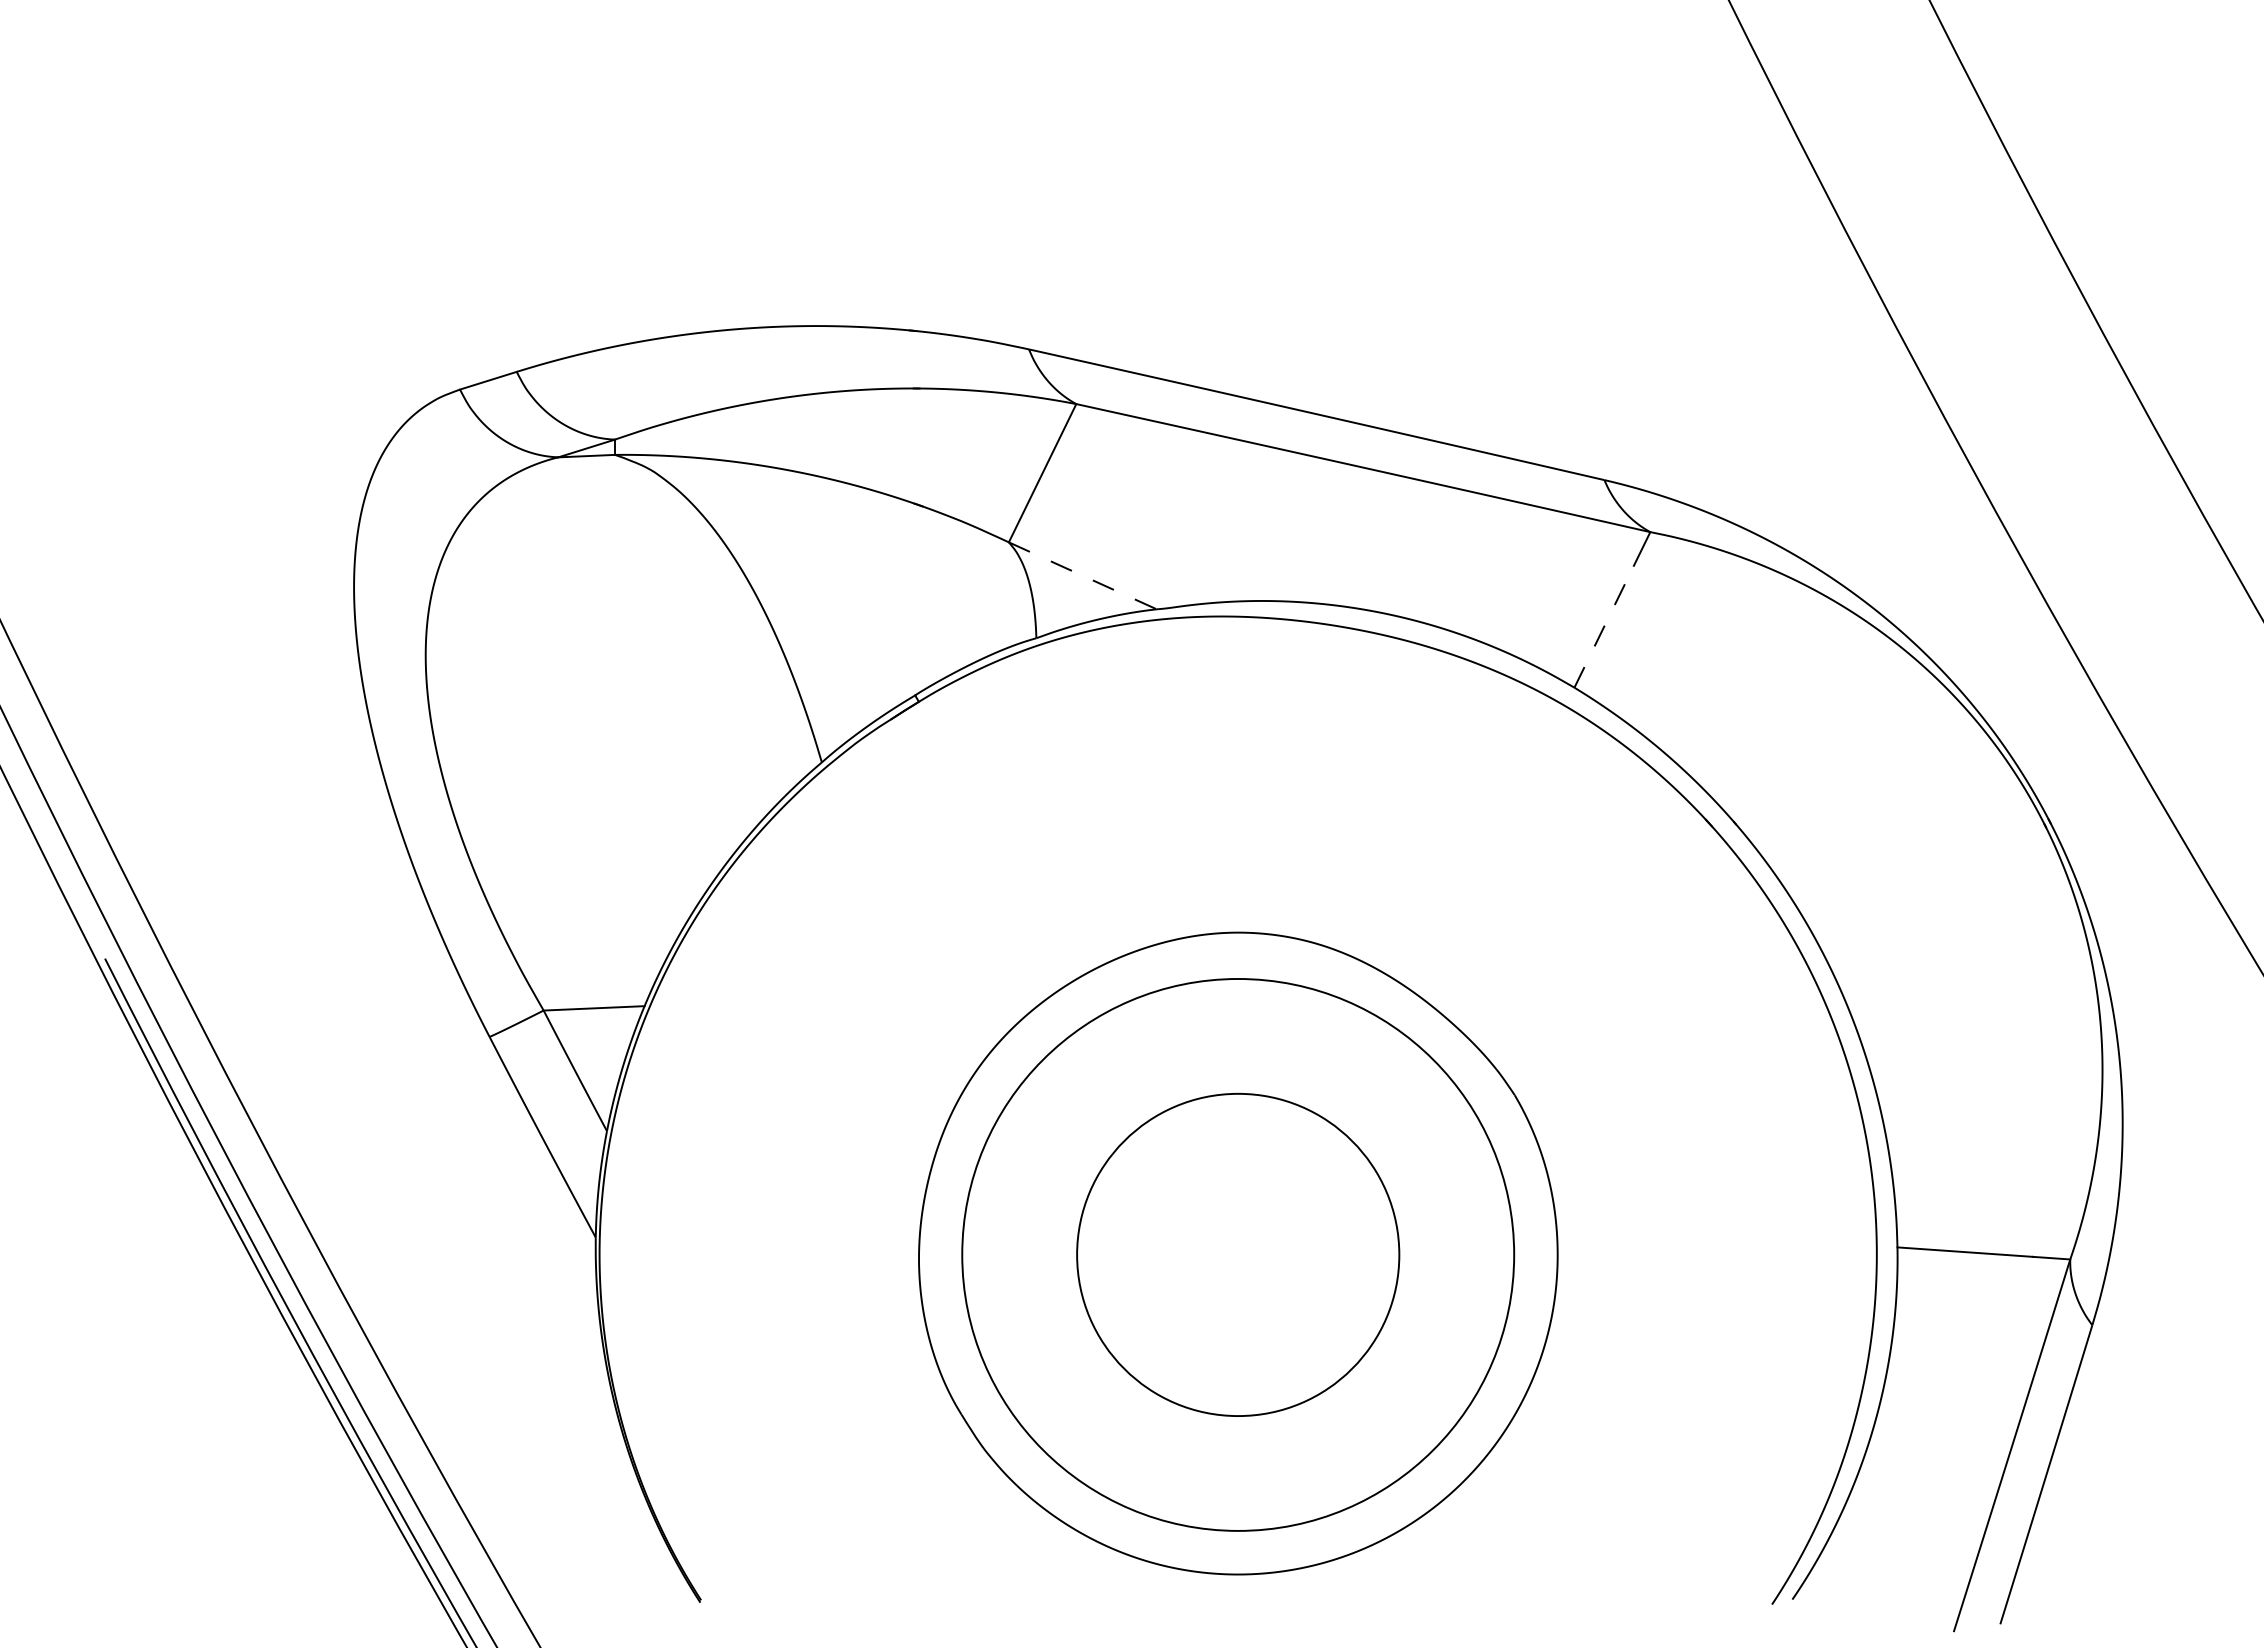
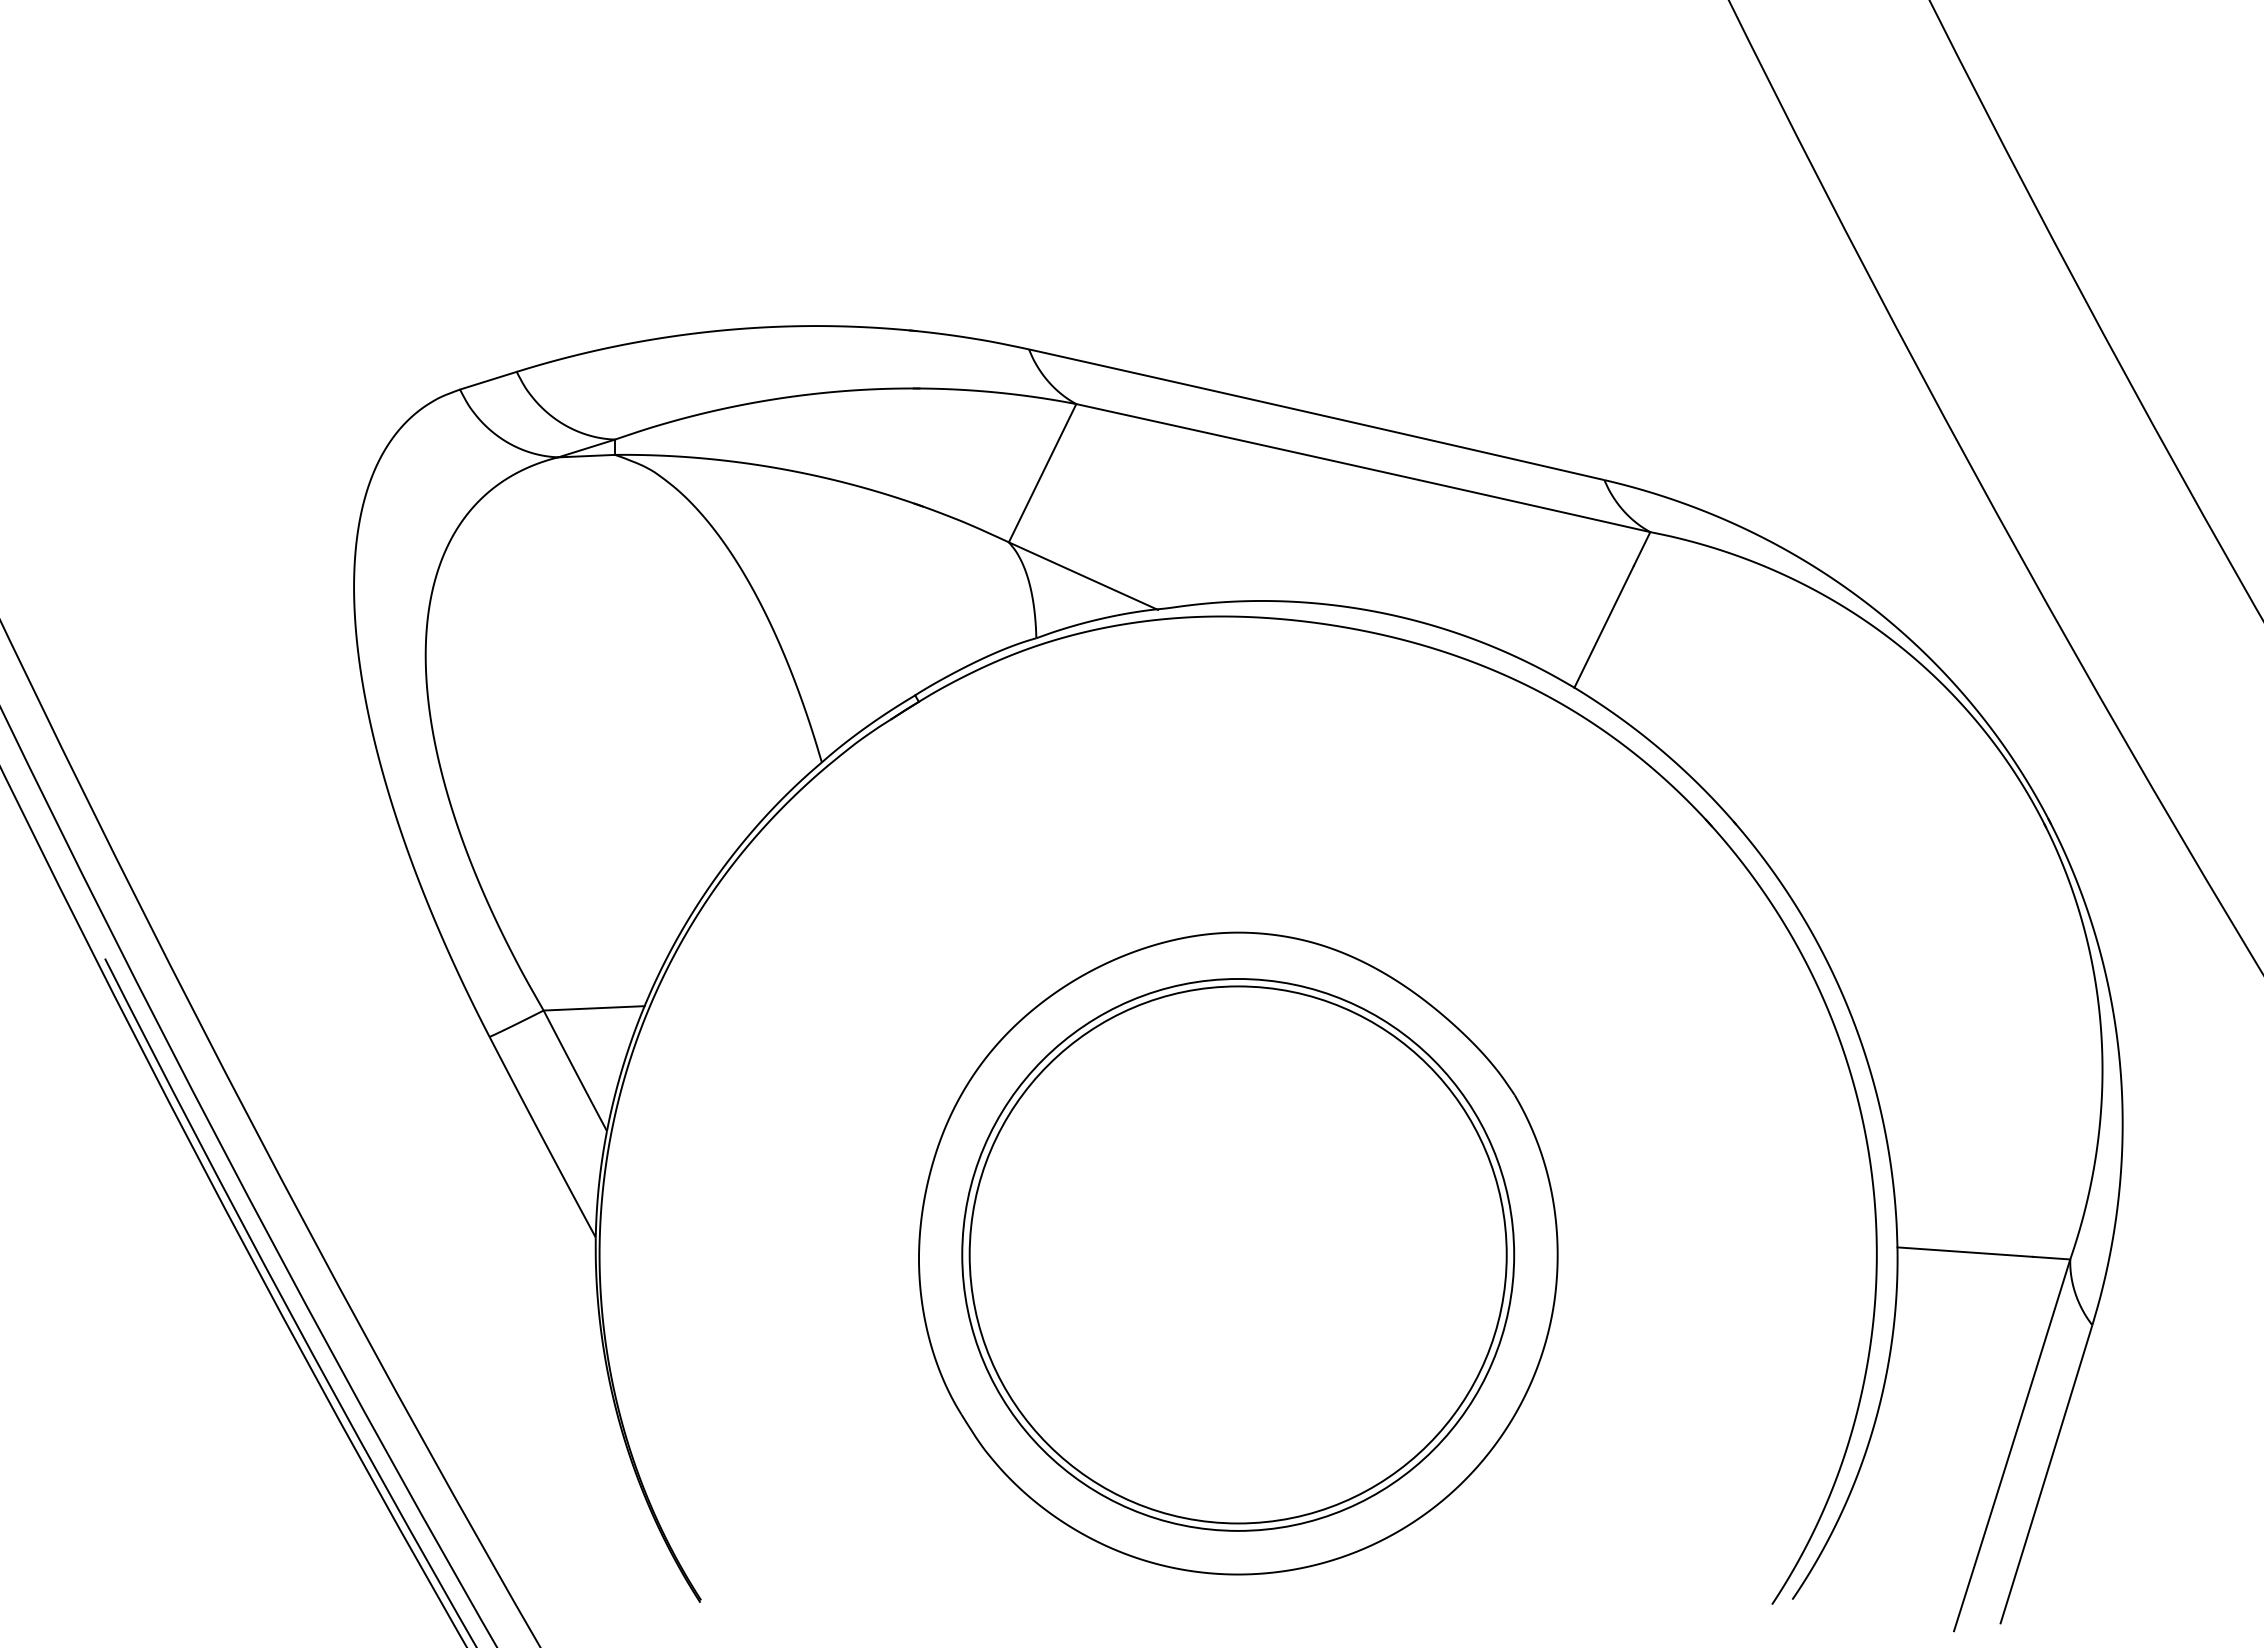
line at (1083, 576): dashed -> solid
line at (1604, 626): dashed -> solid
circle at (1238, 1254) diameter: 322 px -> 537 px
